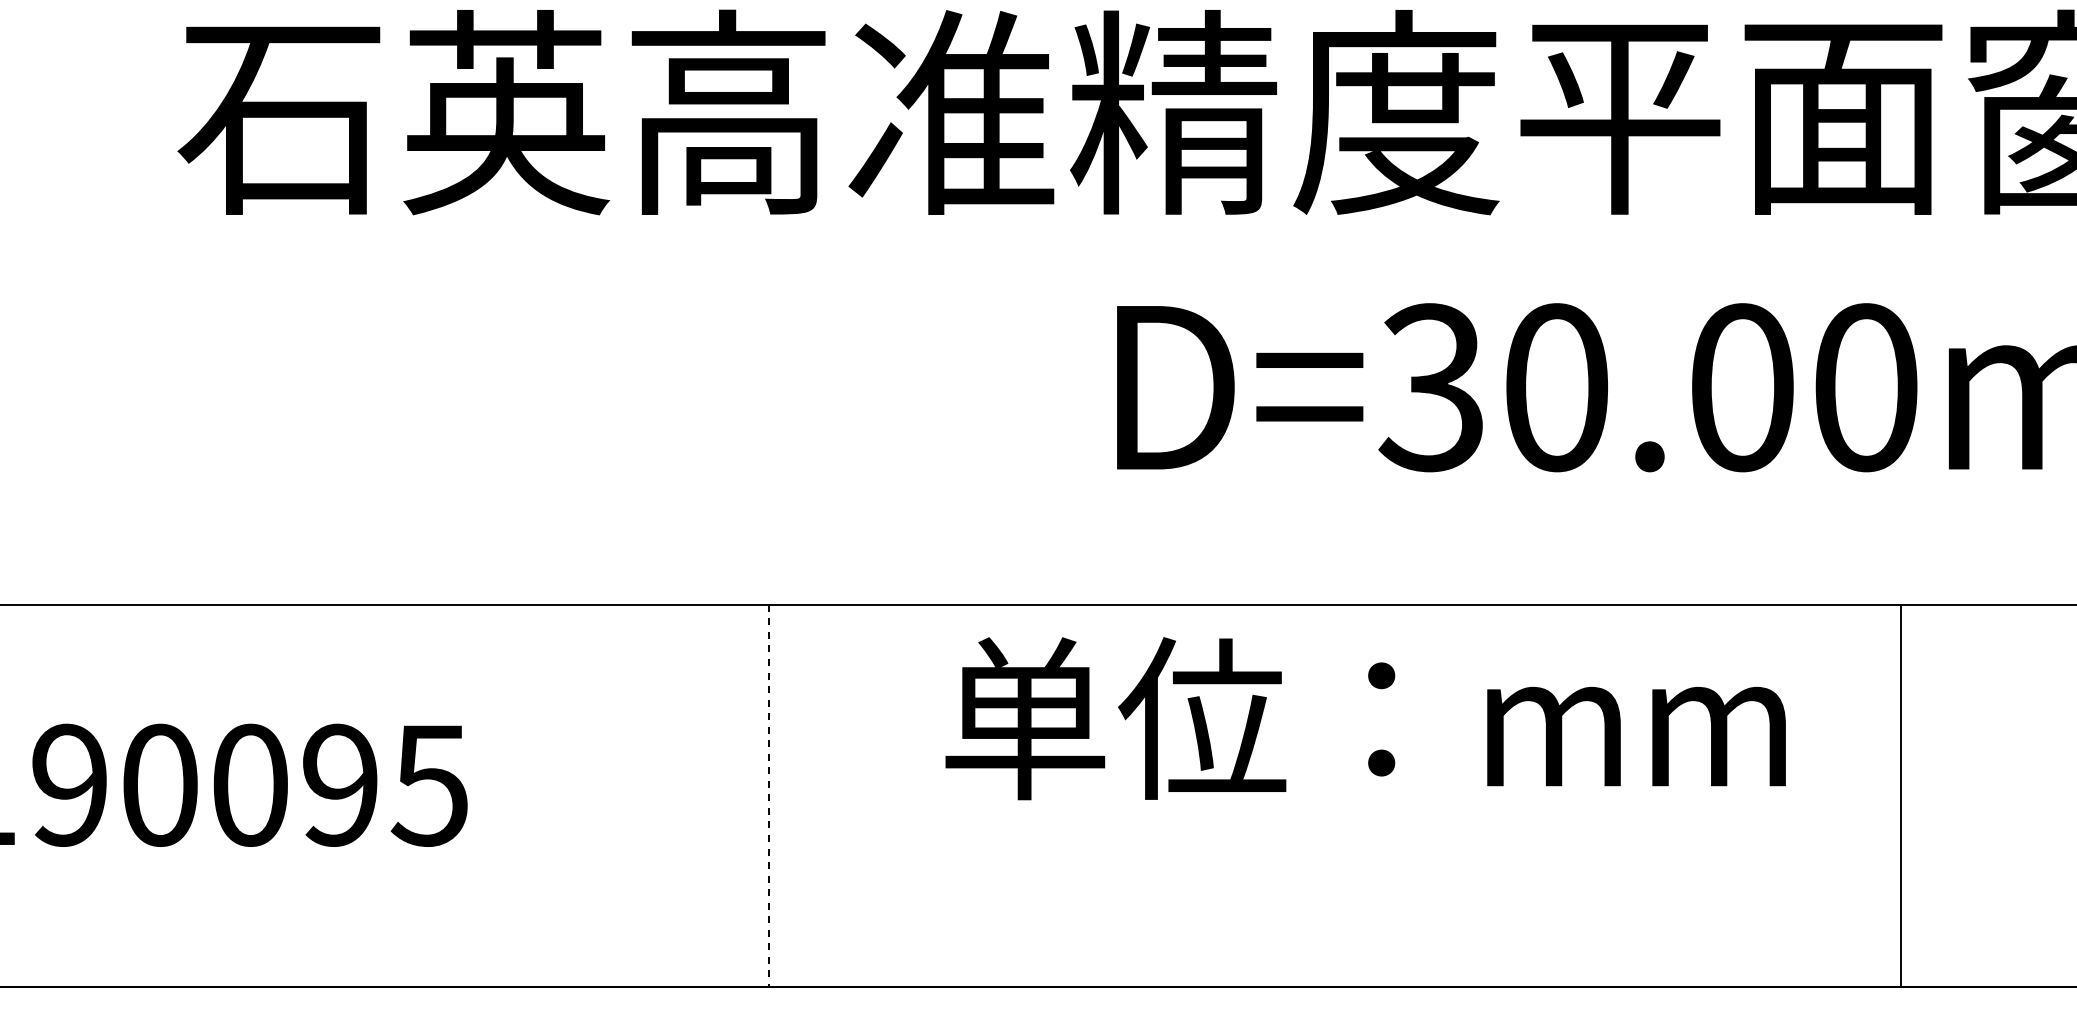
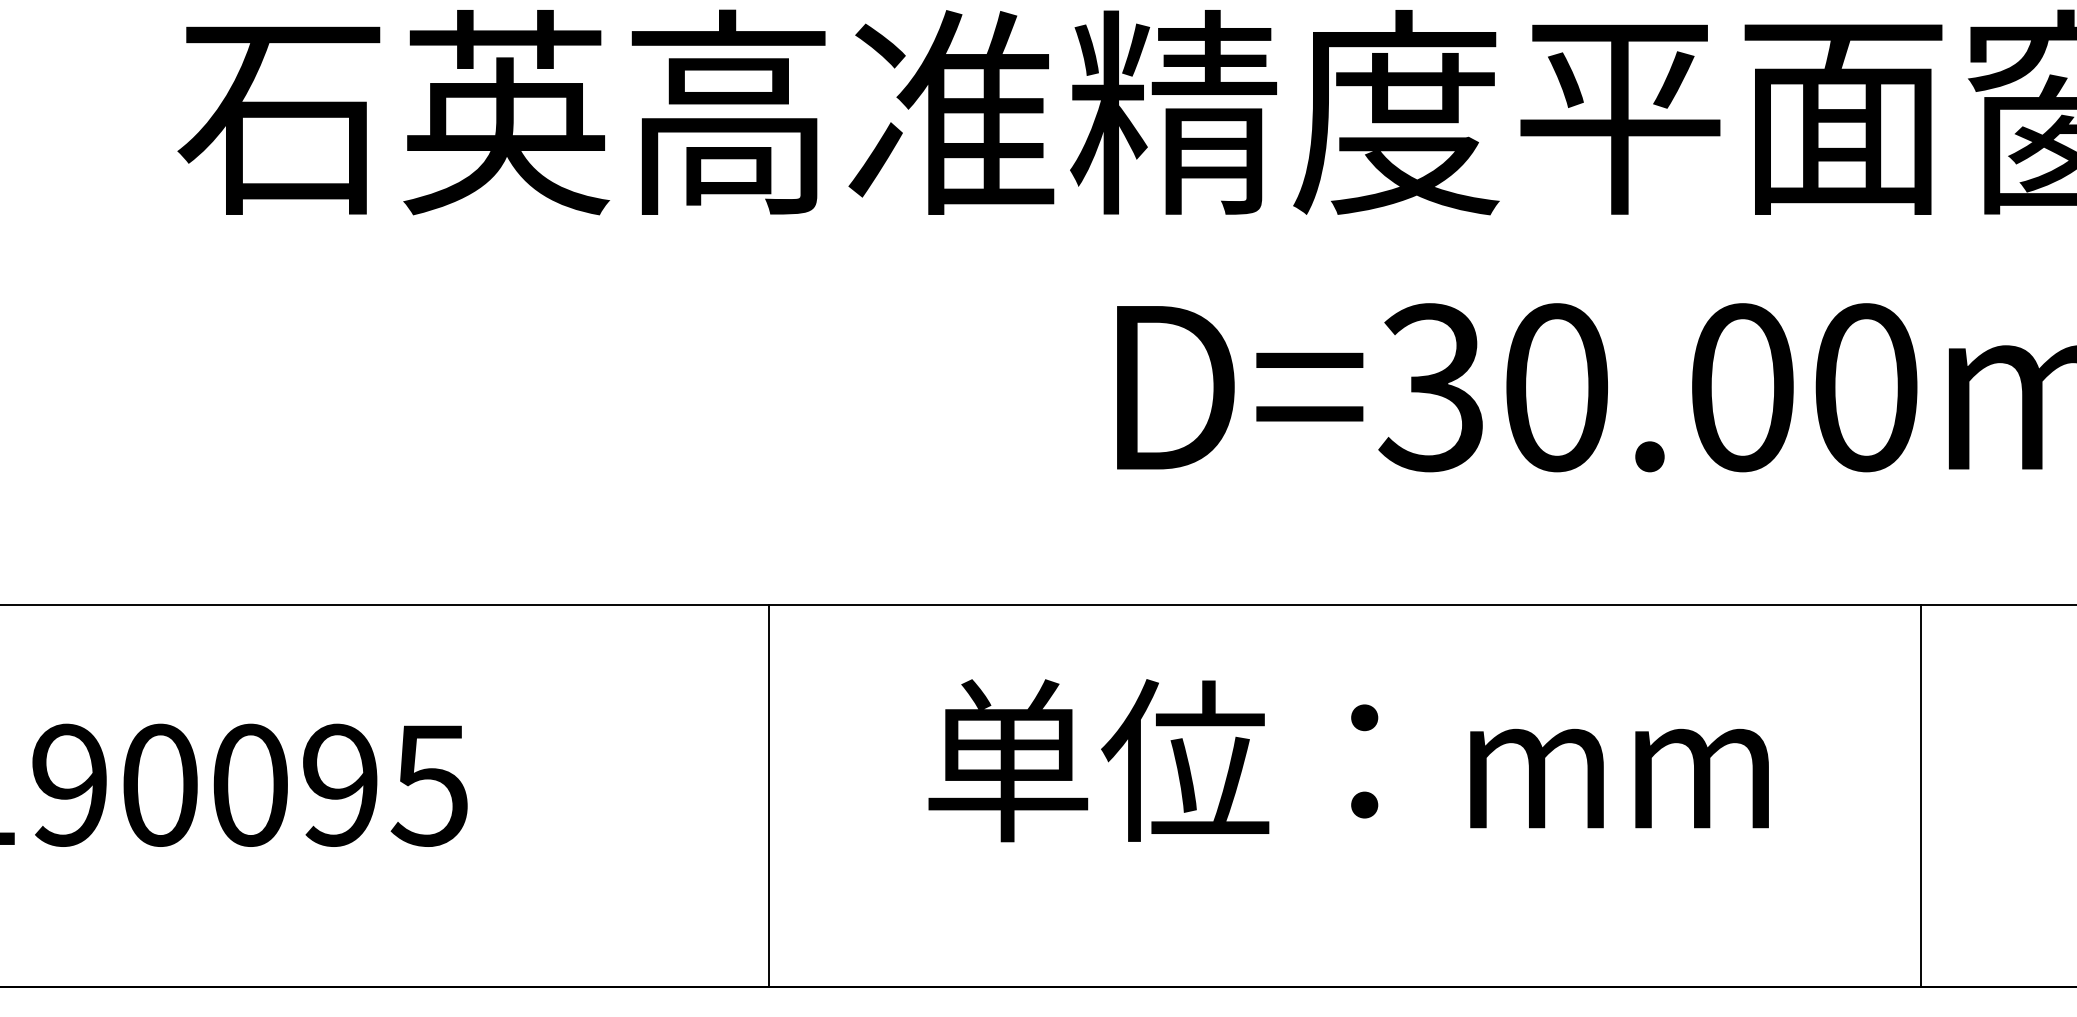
text at (1365, 718) position: (1365, 718) -> (1348, 760)
line at (768, 795): dashed -> solid
line at (1900, 795) position: (1900, 795) -> (1920, 795)
